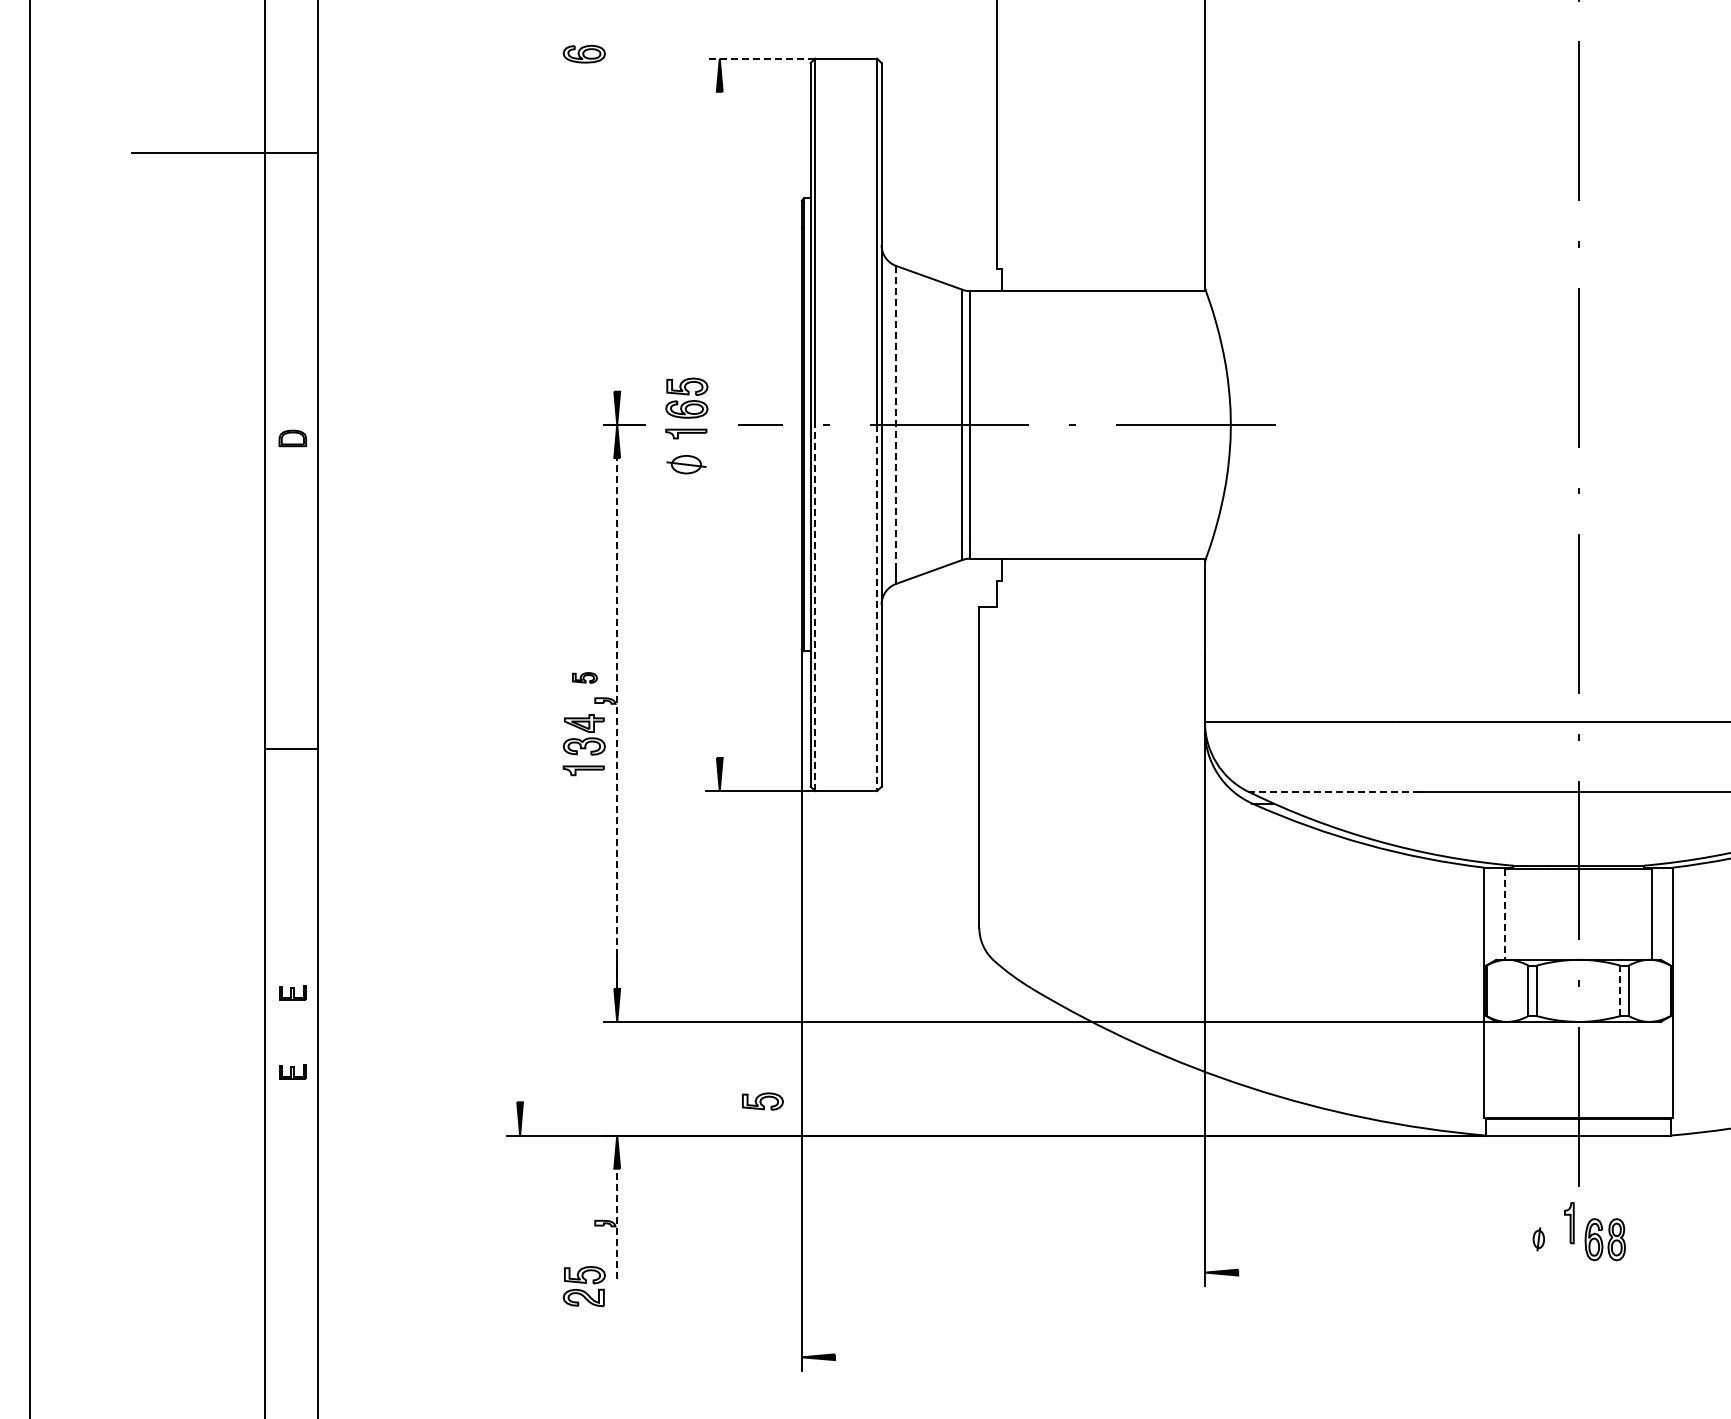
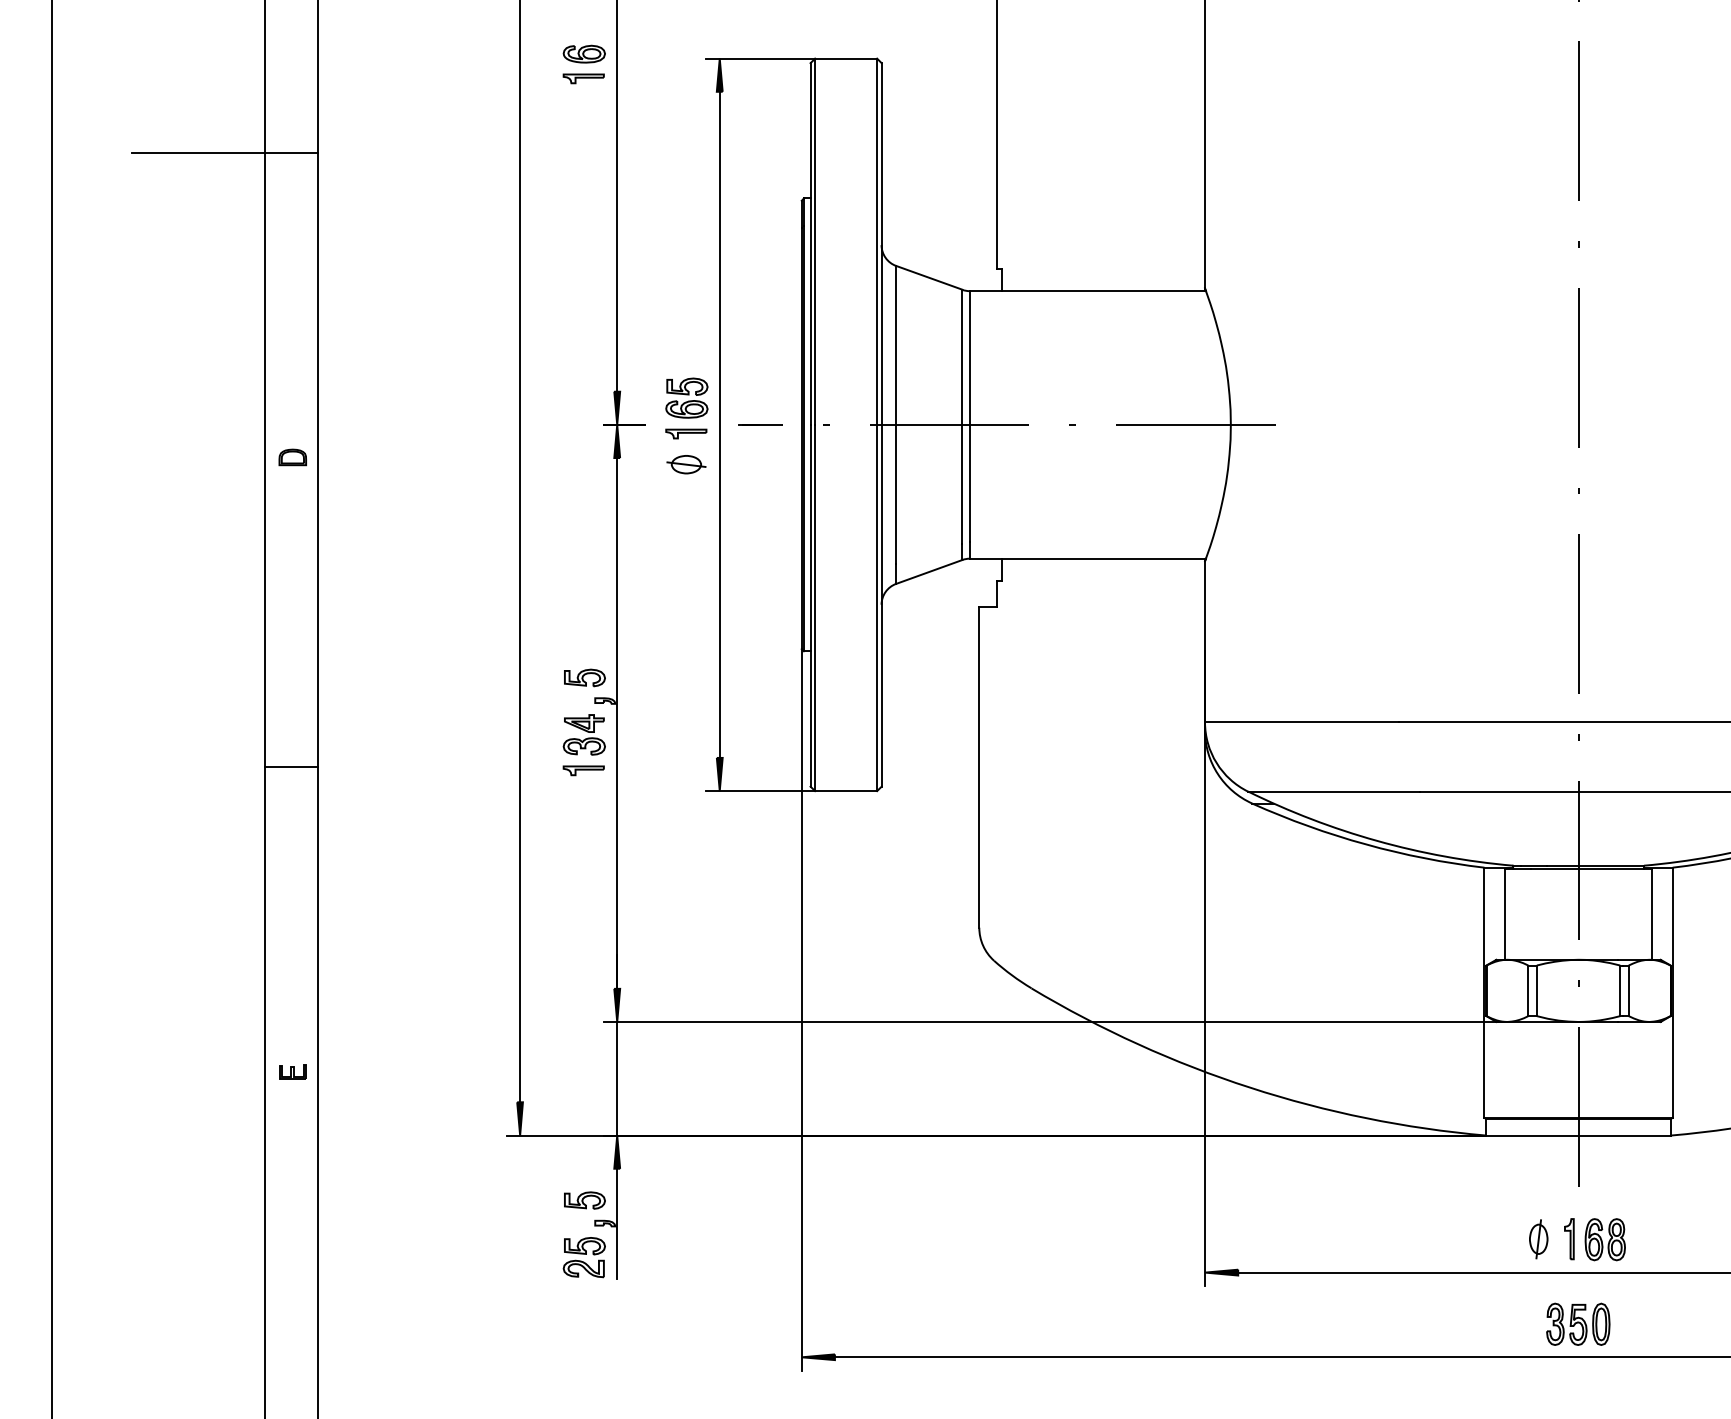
line at (760, 58): dashed -> solid
part at (583, 78): none -> present
line at (617, 196): none -> present
line at (896, 415): dashed -> solid
line at (719, 424): none -> present
part at (292, 438) position: (292, 438) -> (292, 457)
line at (520, 552): none -> present
line at (815, 607): dashed -> solid
line at (877, 608): dashed -> solid
part at (584, 677) size: 26x12 px -> 42x20 px
line at (29, 708) position: (29, 708) -> (51, 708)
line at (617, 722): dashed -> solid
line at (291, 749) position: (291, 749) -> (291, 767)
line at (1334, 791): dashed -> solid
line at (1505, 914): dashed -> solid
line at (1620, 990): dashed -> solid
part at (292, 992): present -> none
line at (617, 1078): none -> present
part at (762, 1101) position: (762, 1101) -> (584, 1200)
line at (617, 1223): dashed -> solid
part at (1569, 1223) position: (1569, 1223) -> (1569, 1239)
part at (1538, 1239) size: 13x25 px -> 20x41 px
line at (1482, 1272): none -> present
part at (583, 1286) position: (583, 1286) -> (583, 1257)
part at (1578, 1323): none -> present
line at (1280, 1357): none -> present
